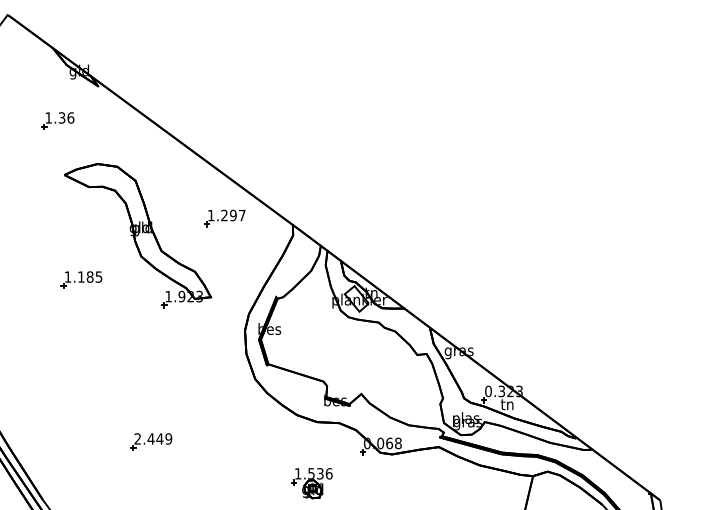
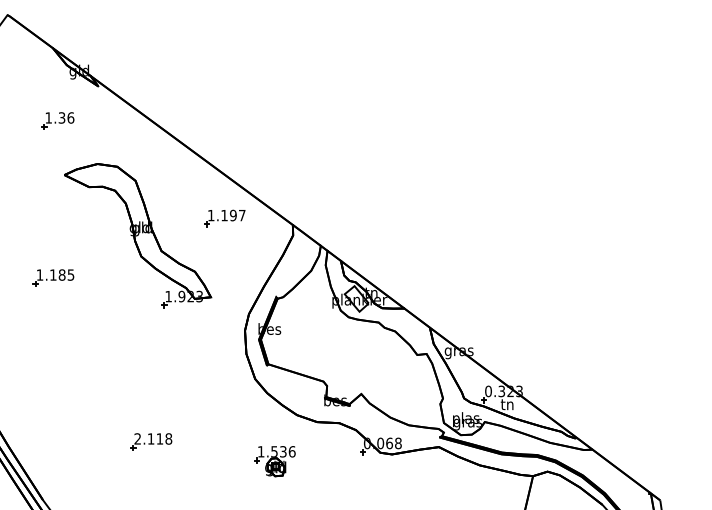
text at (224, 215): 1.297 -> 1.197
part at (81, 279) position: (81, 279) -> (53, 277)
text at (159, 438): 2.449 -> 2.118
part at (311, 483) position: (311, 483) -> (274, 461)
